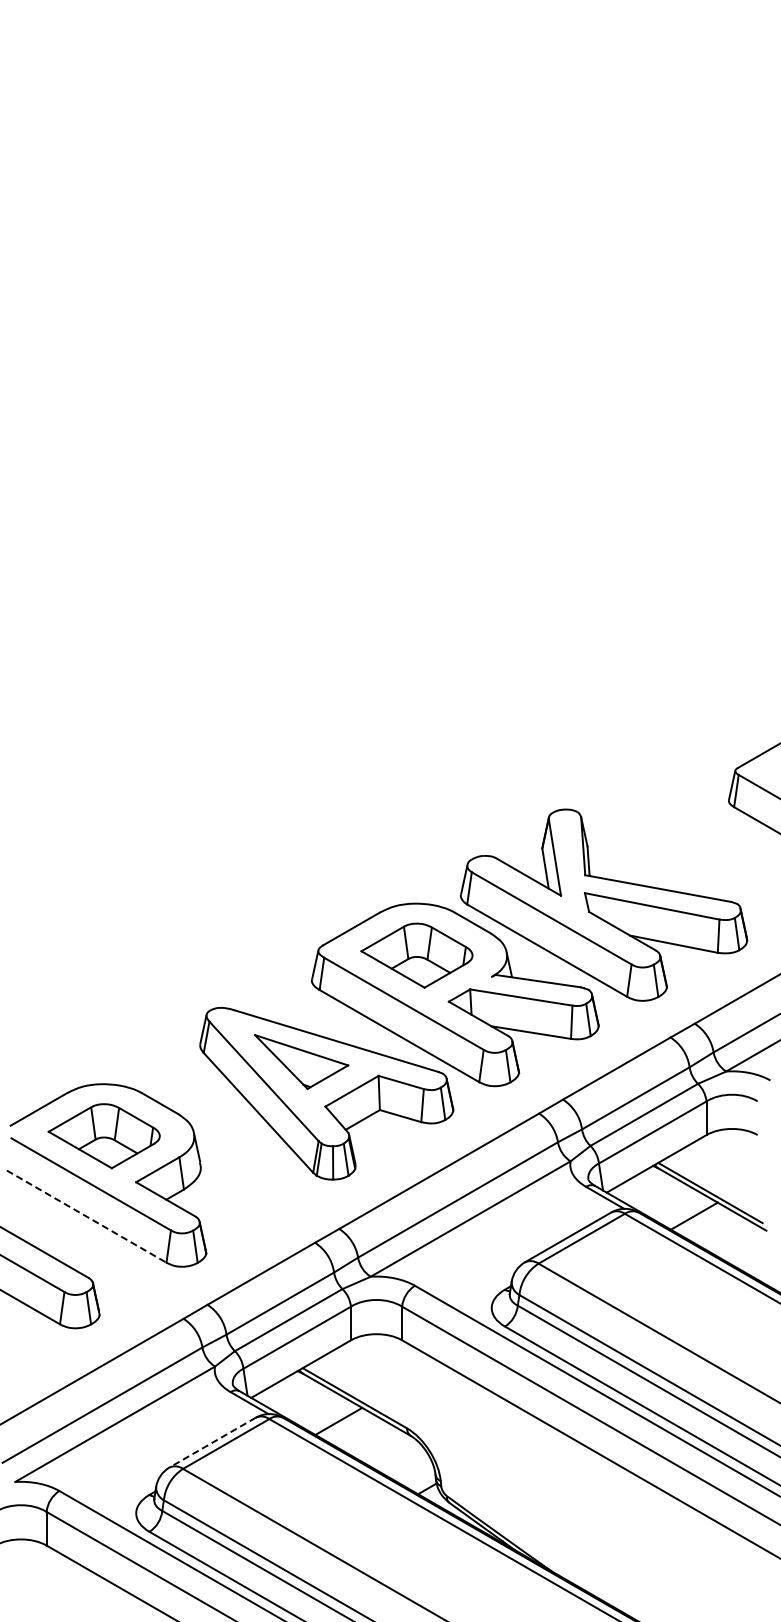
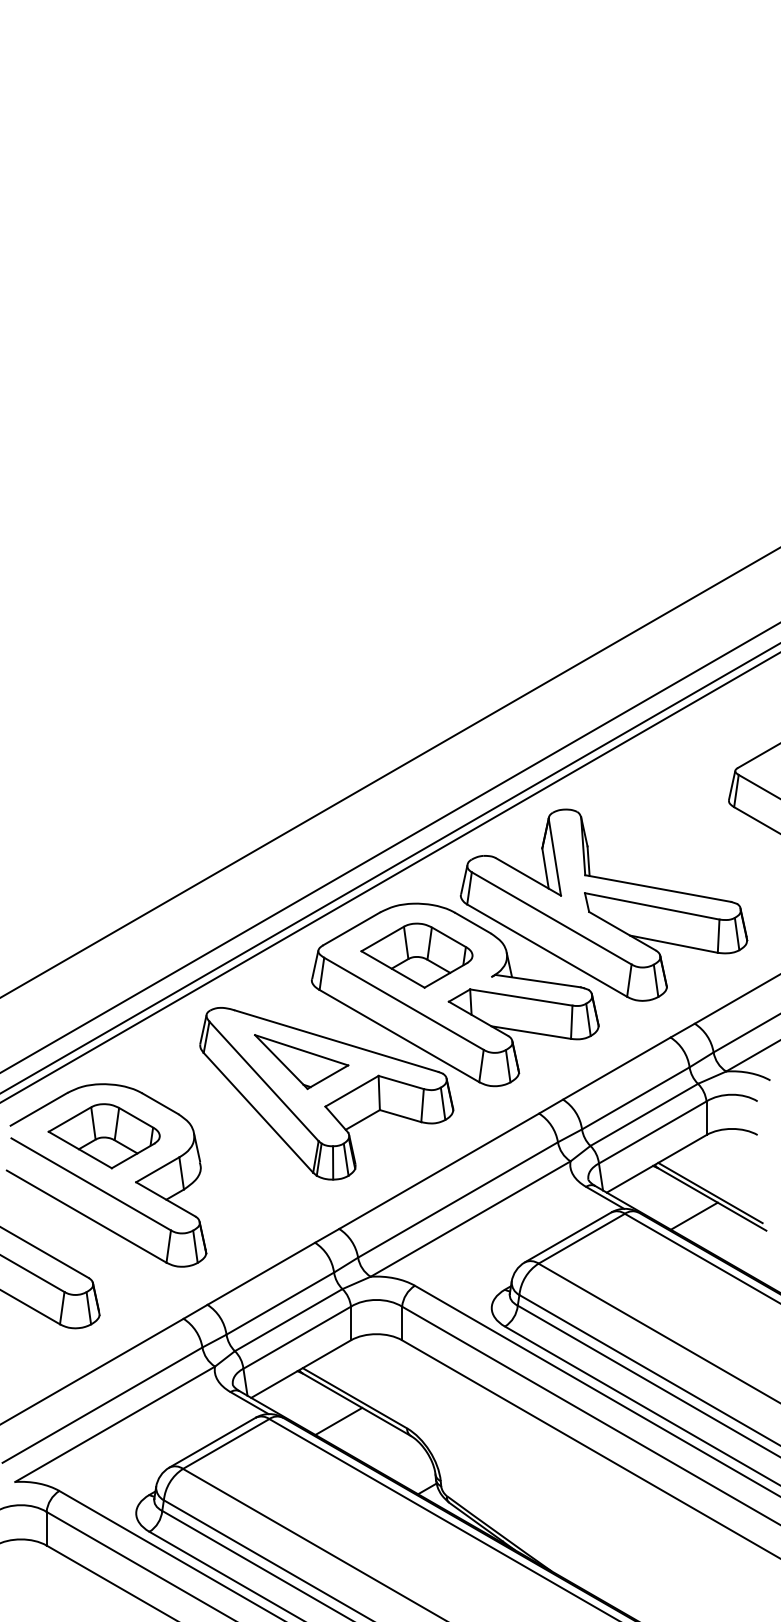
line at (389, 772): none -> present
line at (389, 847): none -> present
line at (389, 868): none -> present
line at (389, 877): none -> present
line at (87, 1216): dashed -> solid
line at (212, 1442): dashed -> solid
